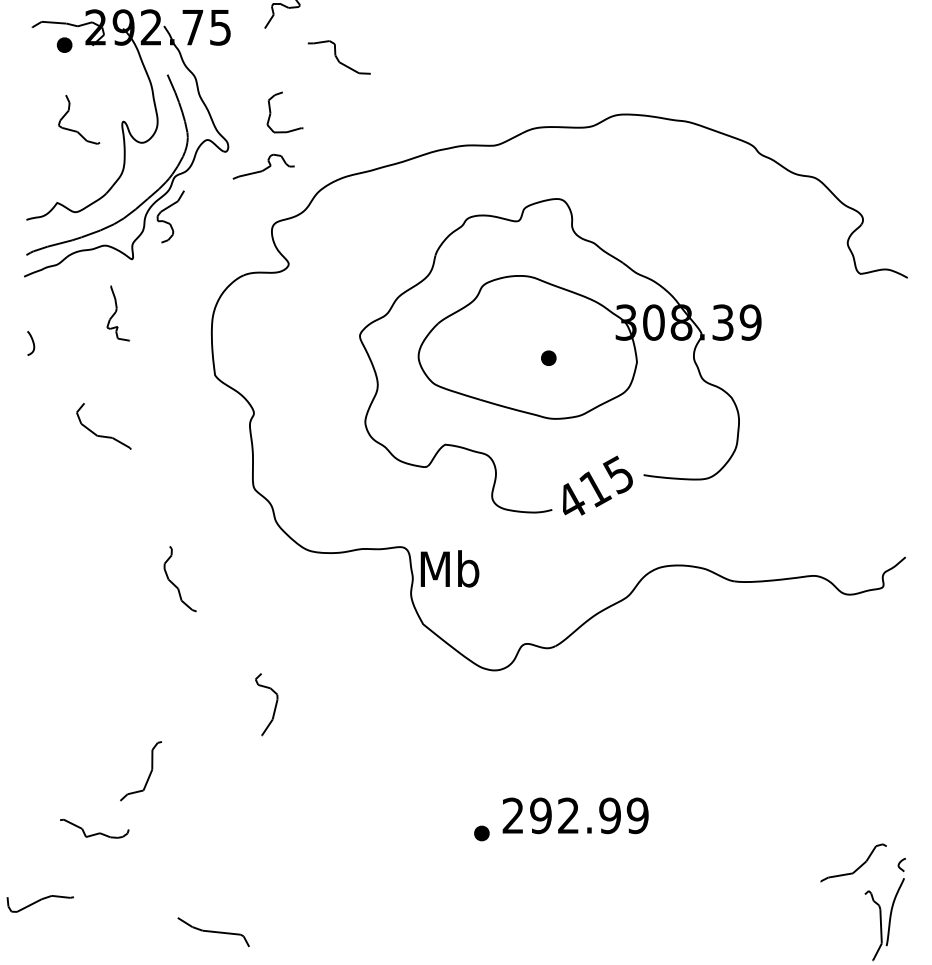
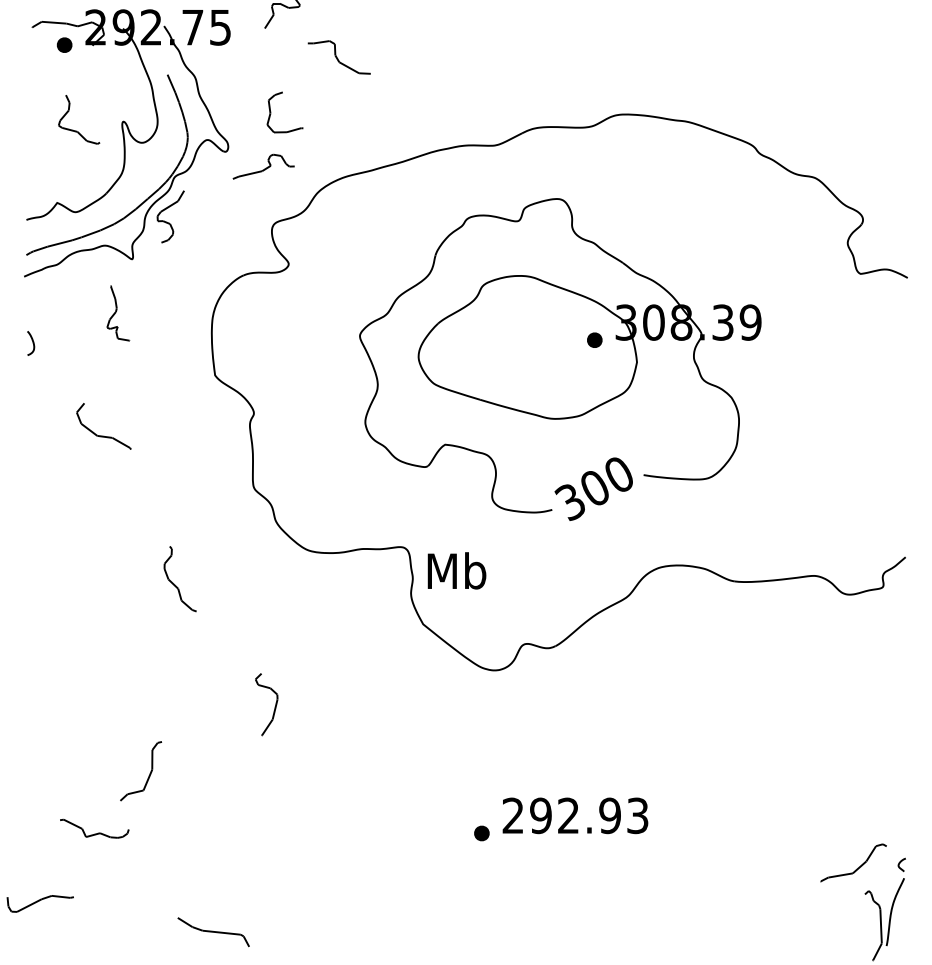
part at (548, 357) position: (548, 357) -> (594, 339)
text at (593, 487): 415 -> 300
text at (449, 568) position: (449, 568) -> (456, 570)
text at (637, 815): 292.99 -> 292.93
